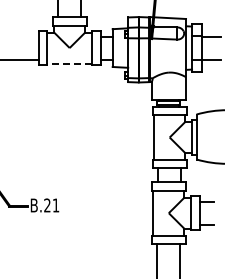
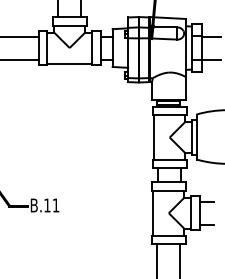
line at (20, 36): none -> present
line at (69, 63): dashed -> solid
text at (47, 205): B.21 -> B.11
